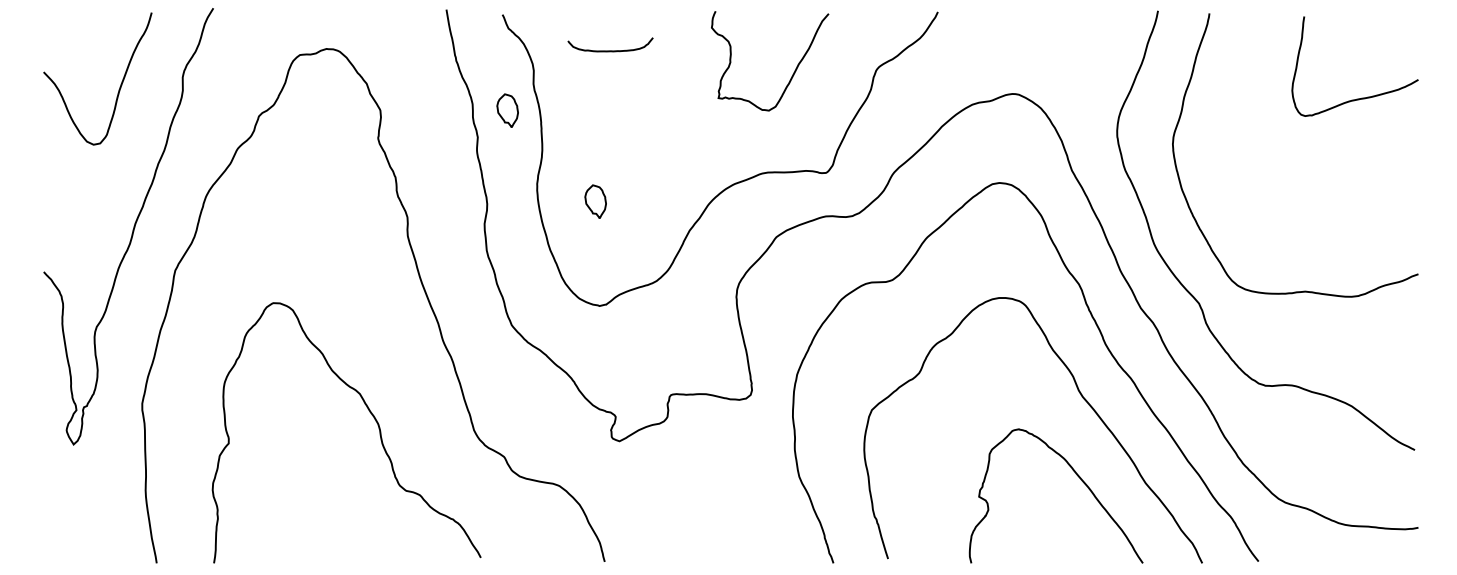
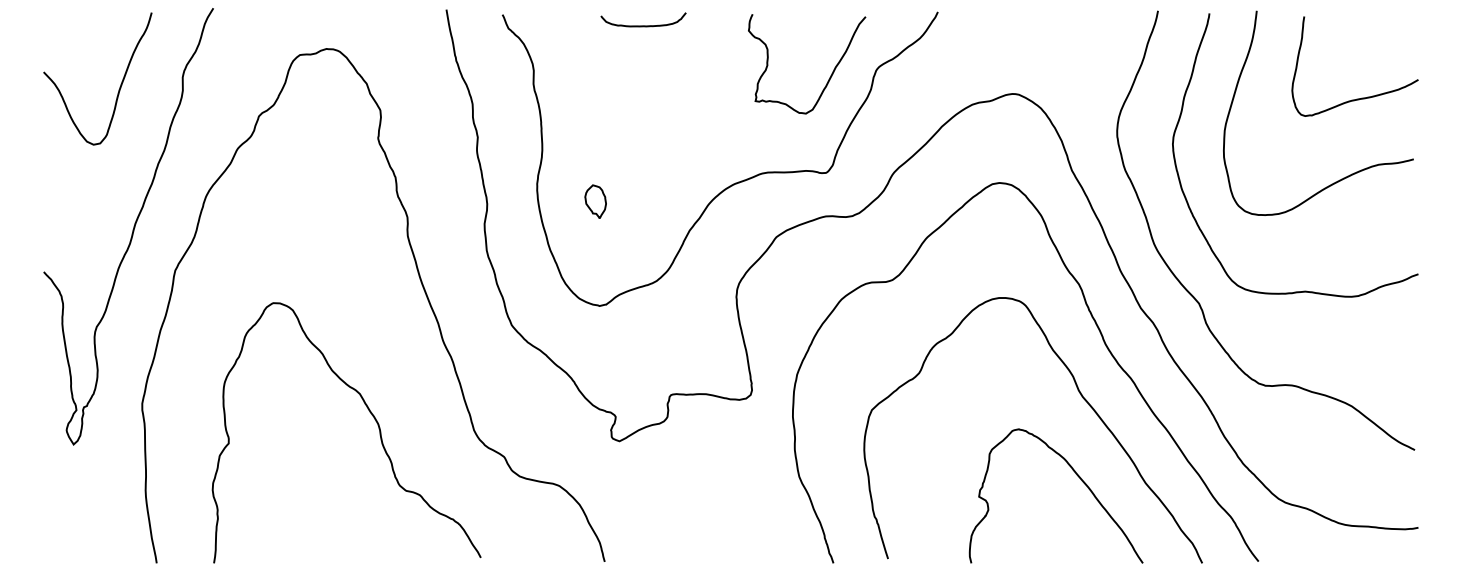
curve at (610, 50) position: (610, 50) -> (643, 25)
curve at (793, 72) position: (793, 72) -> (830, 75)
part at (507, 110): present -> none
curve at (1351, 173): none -> present
